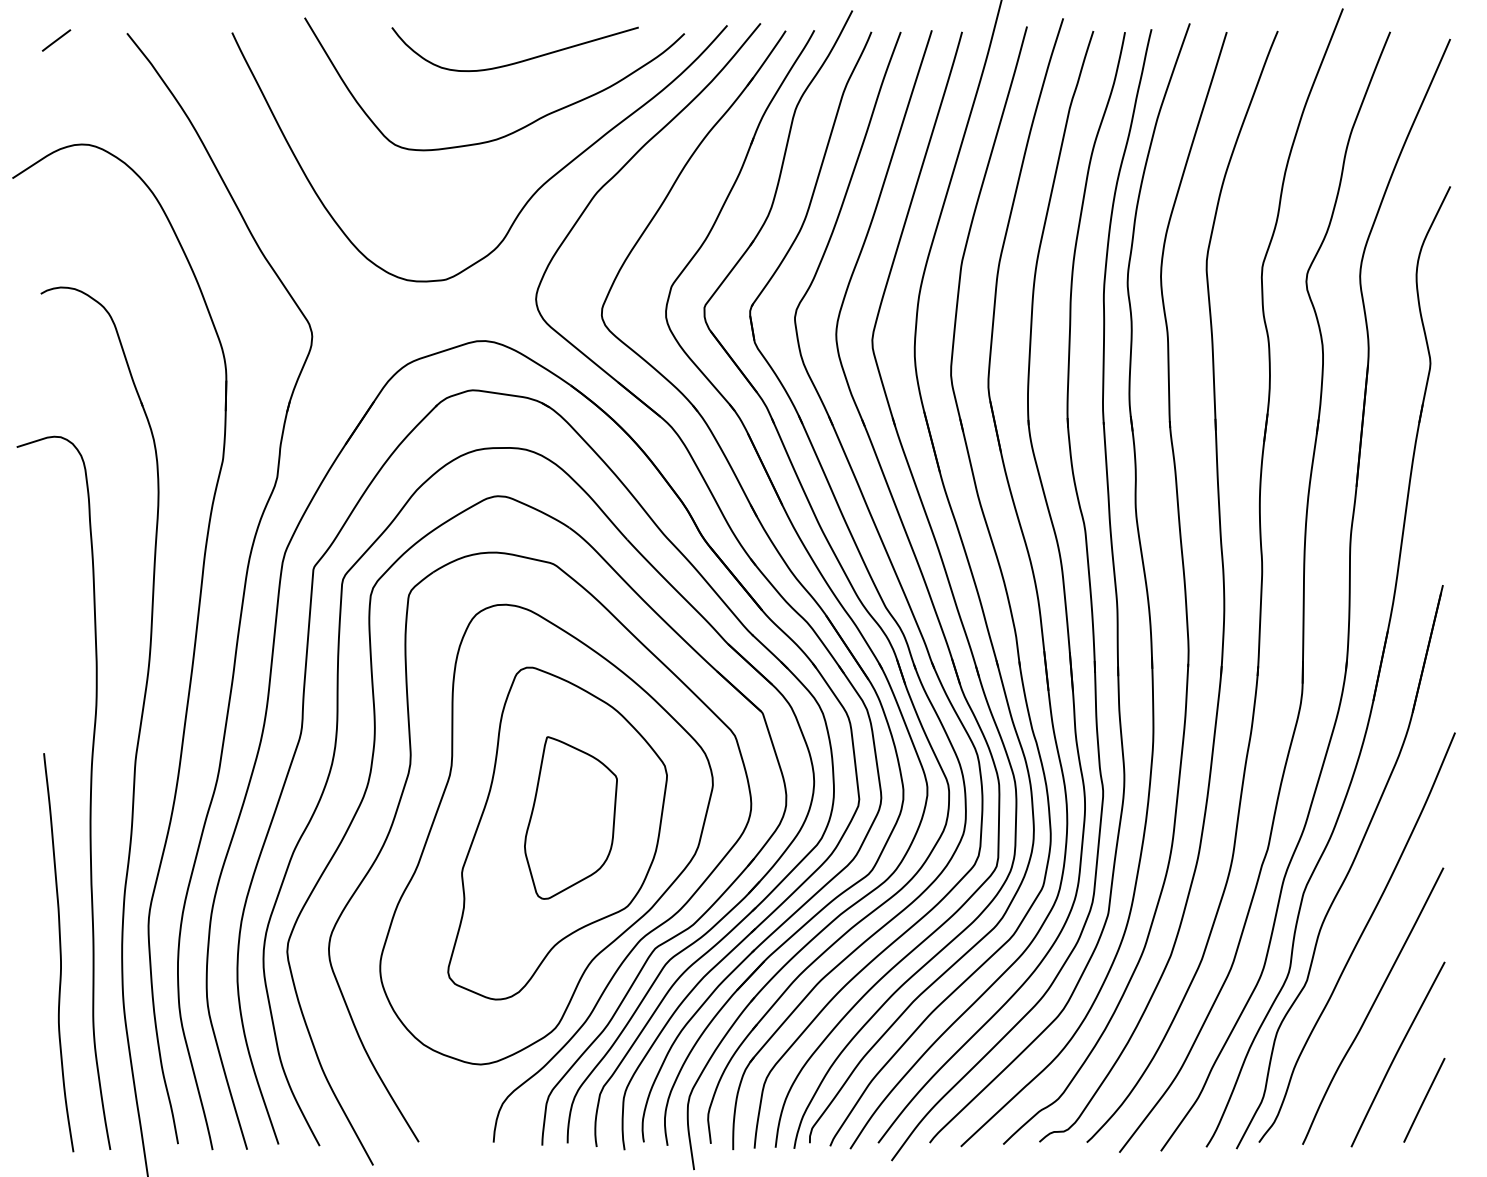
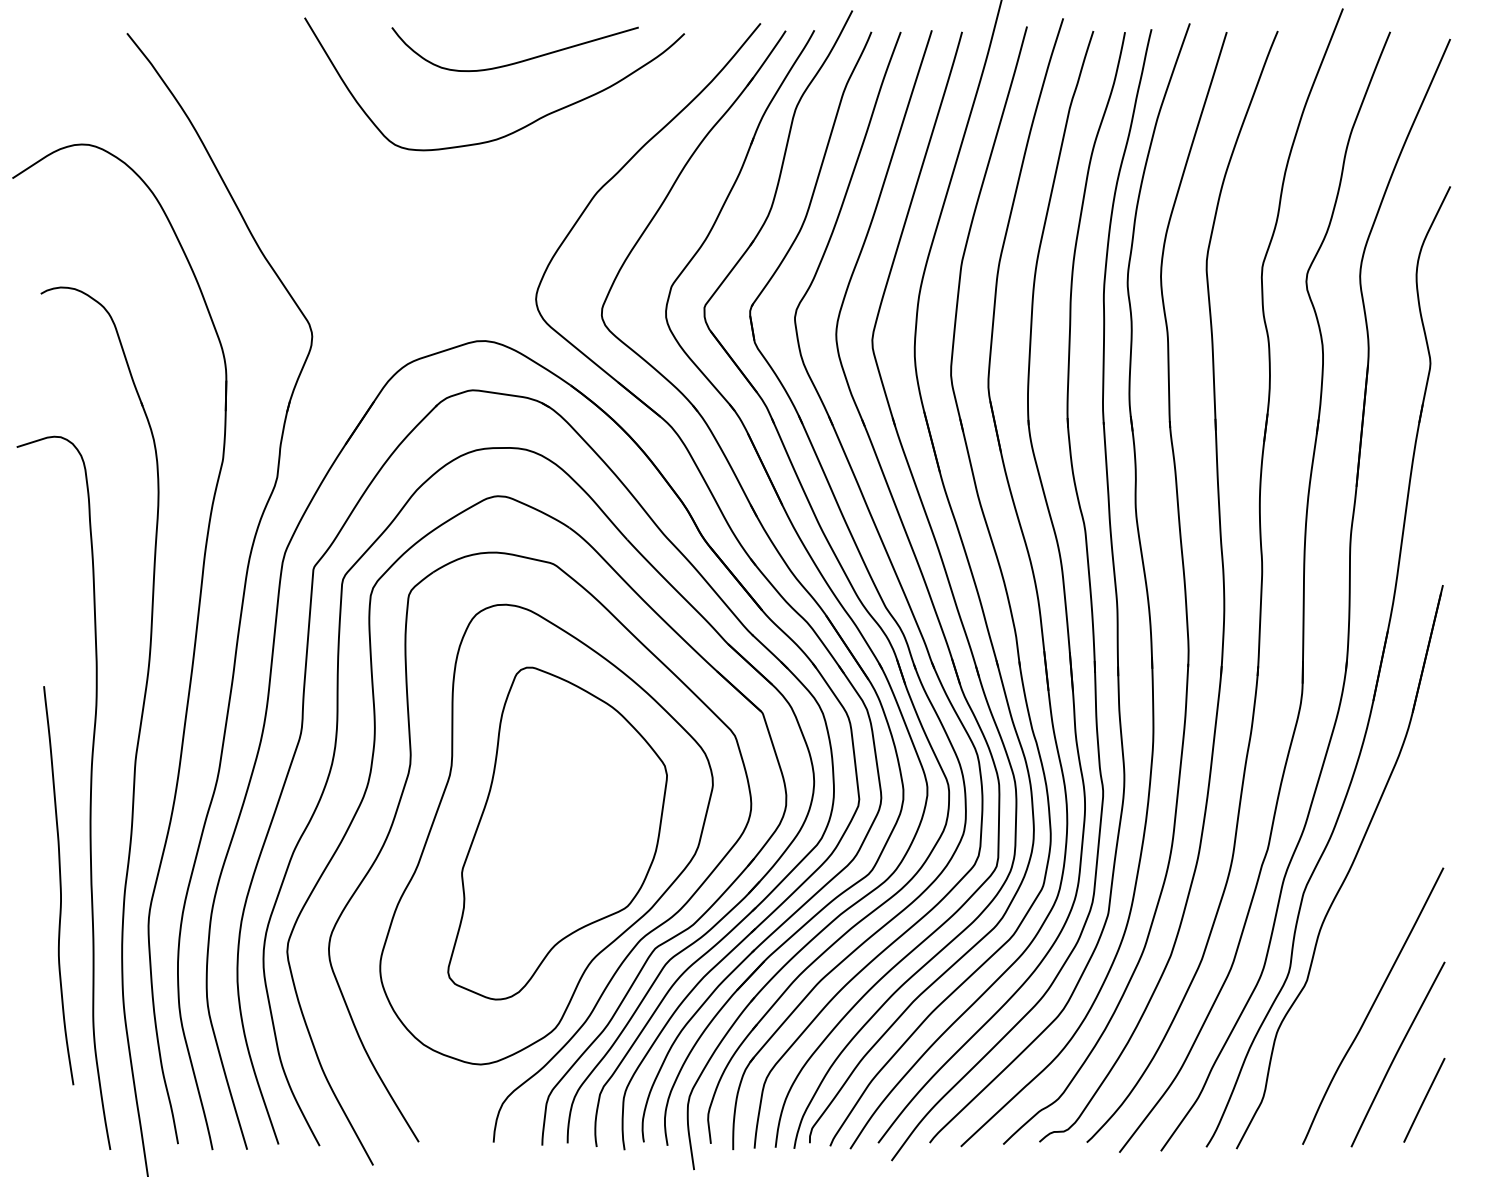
line at (56, 40): present -> none
curve at (530, 196): present -> none
part at (570, 817): present -> none
curve at (1358, 938): present -> none
curve at (59, 952) position: (59, 952) -> (59, 885)
